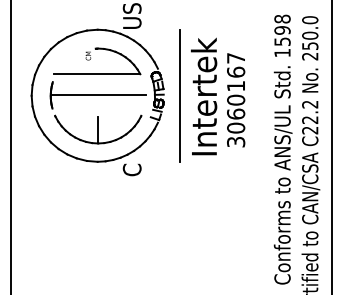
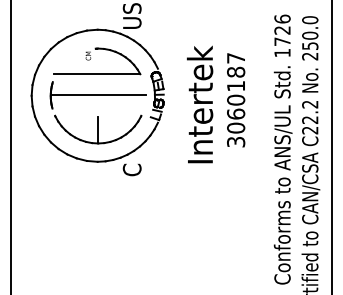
text at (282, 29): 1598 -> 1726
text at (236, 71): 3060167 -> 3060187
line at (179, 95): present -> none
text at (204, 96) position: (204, 96) -> (200, 104)
